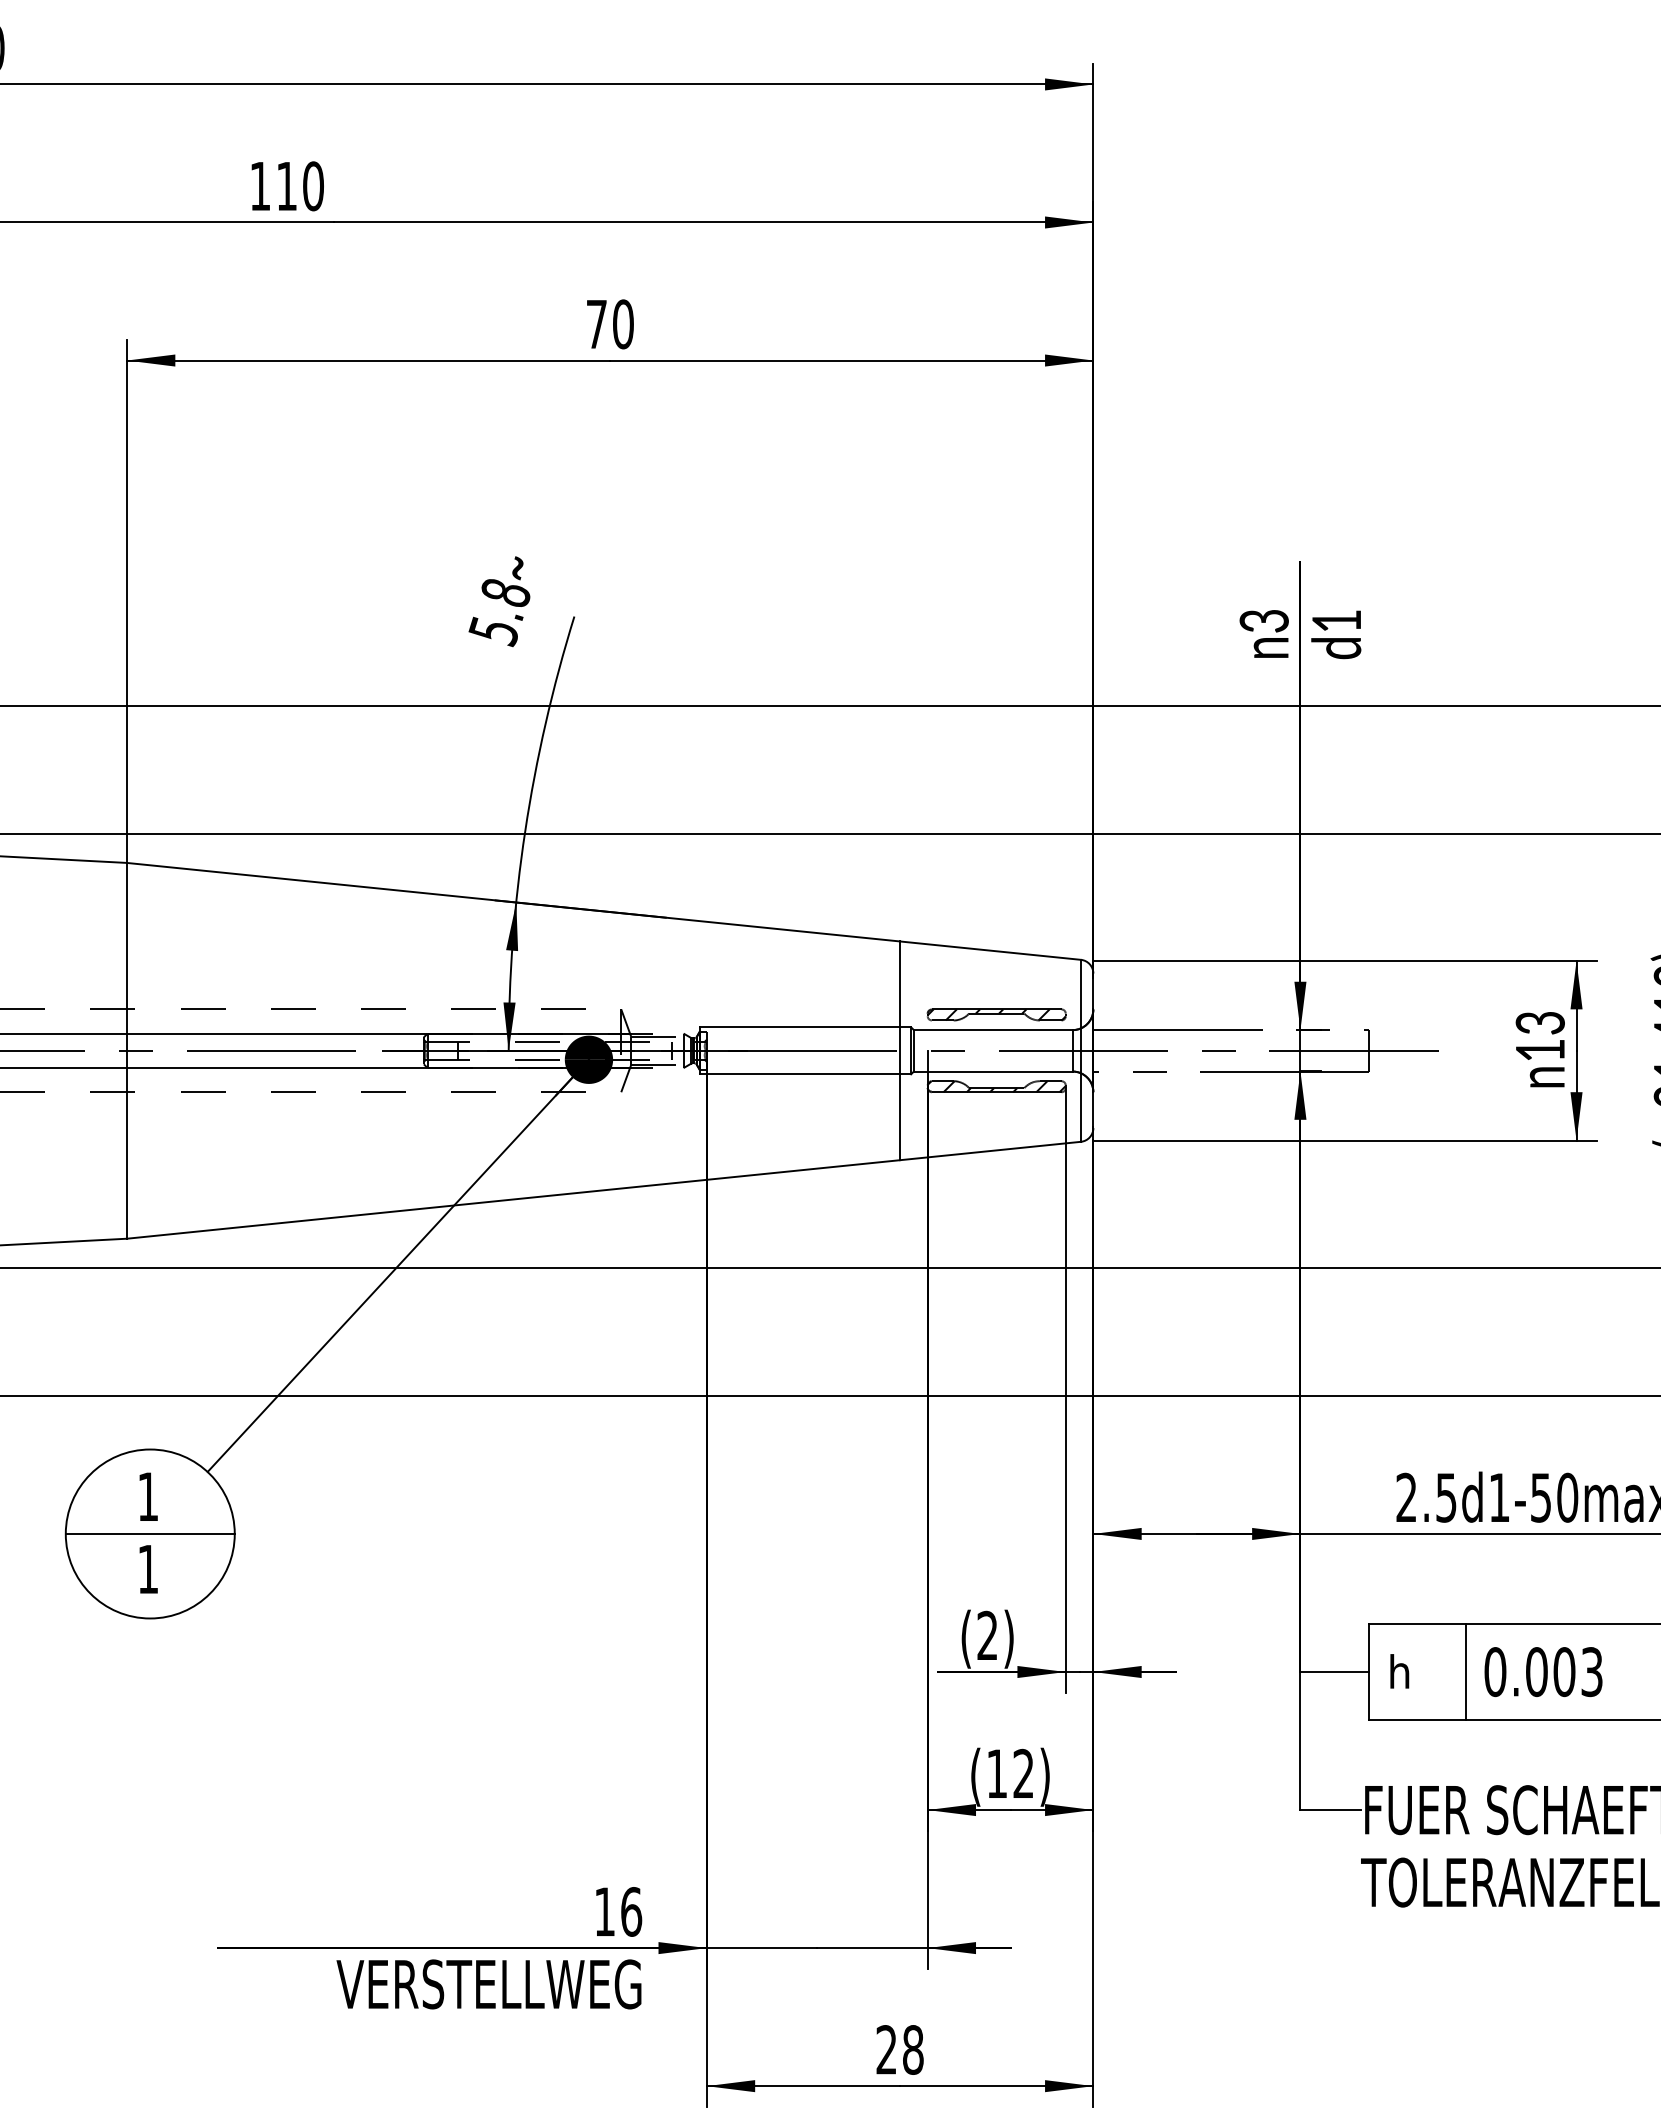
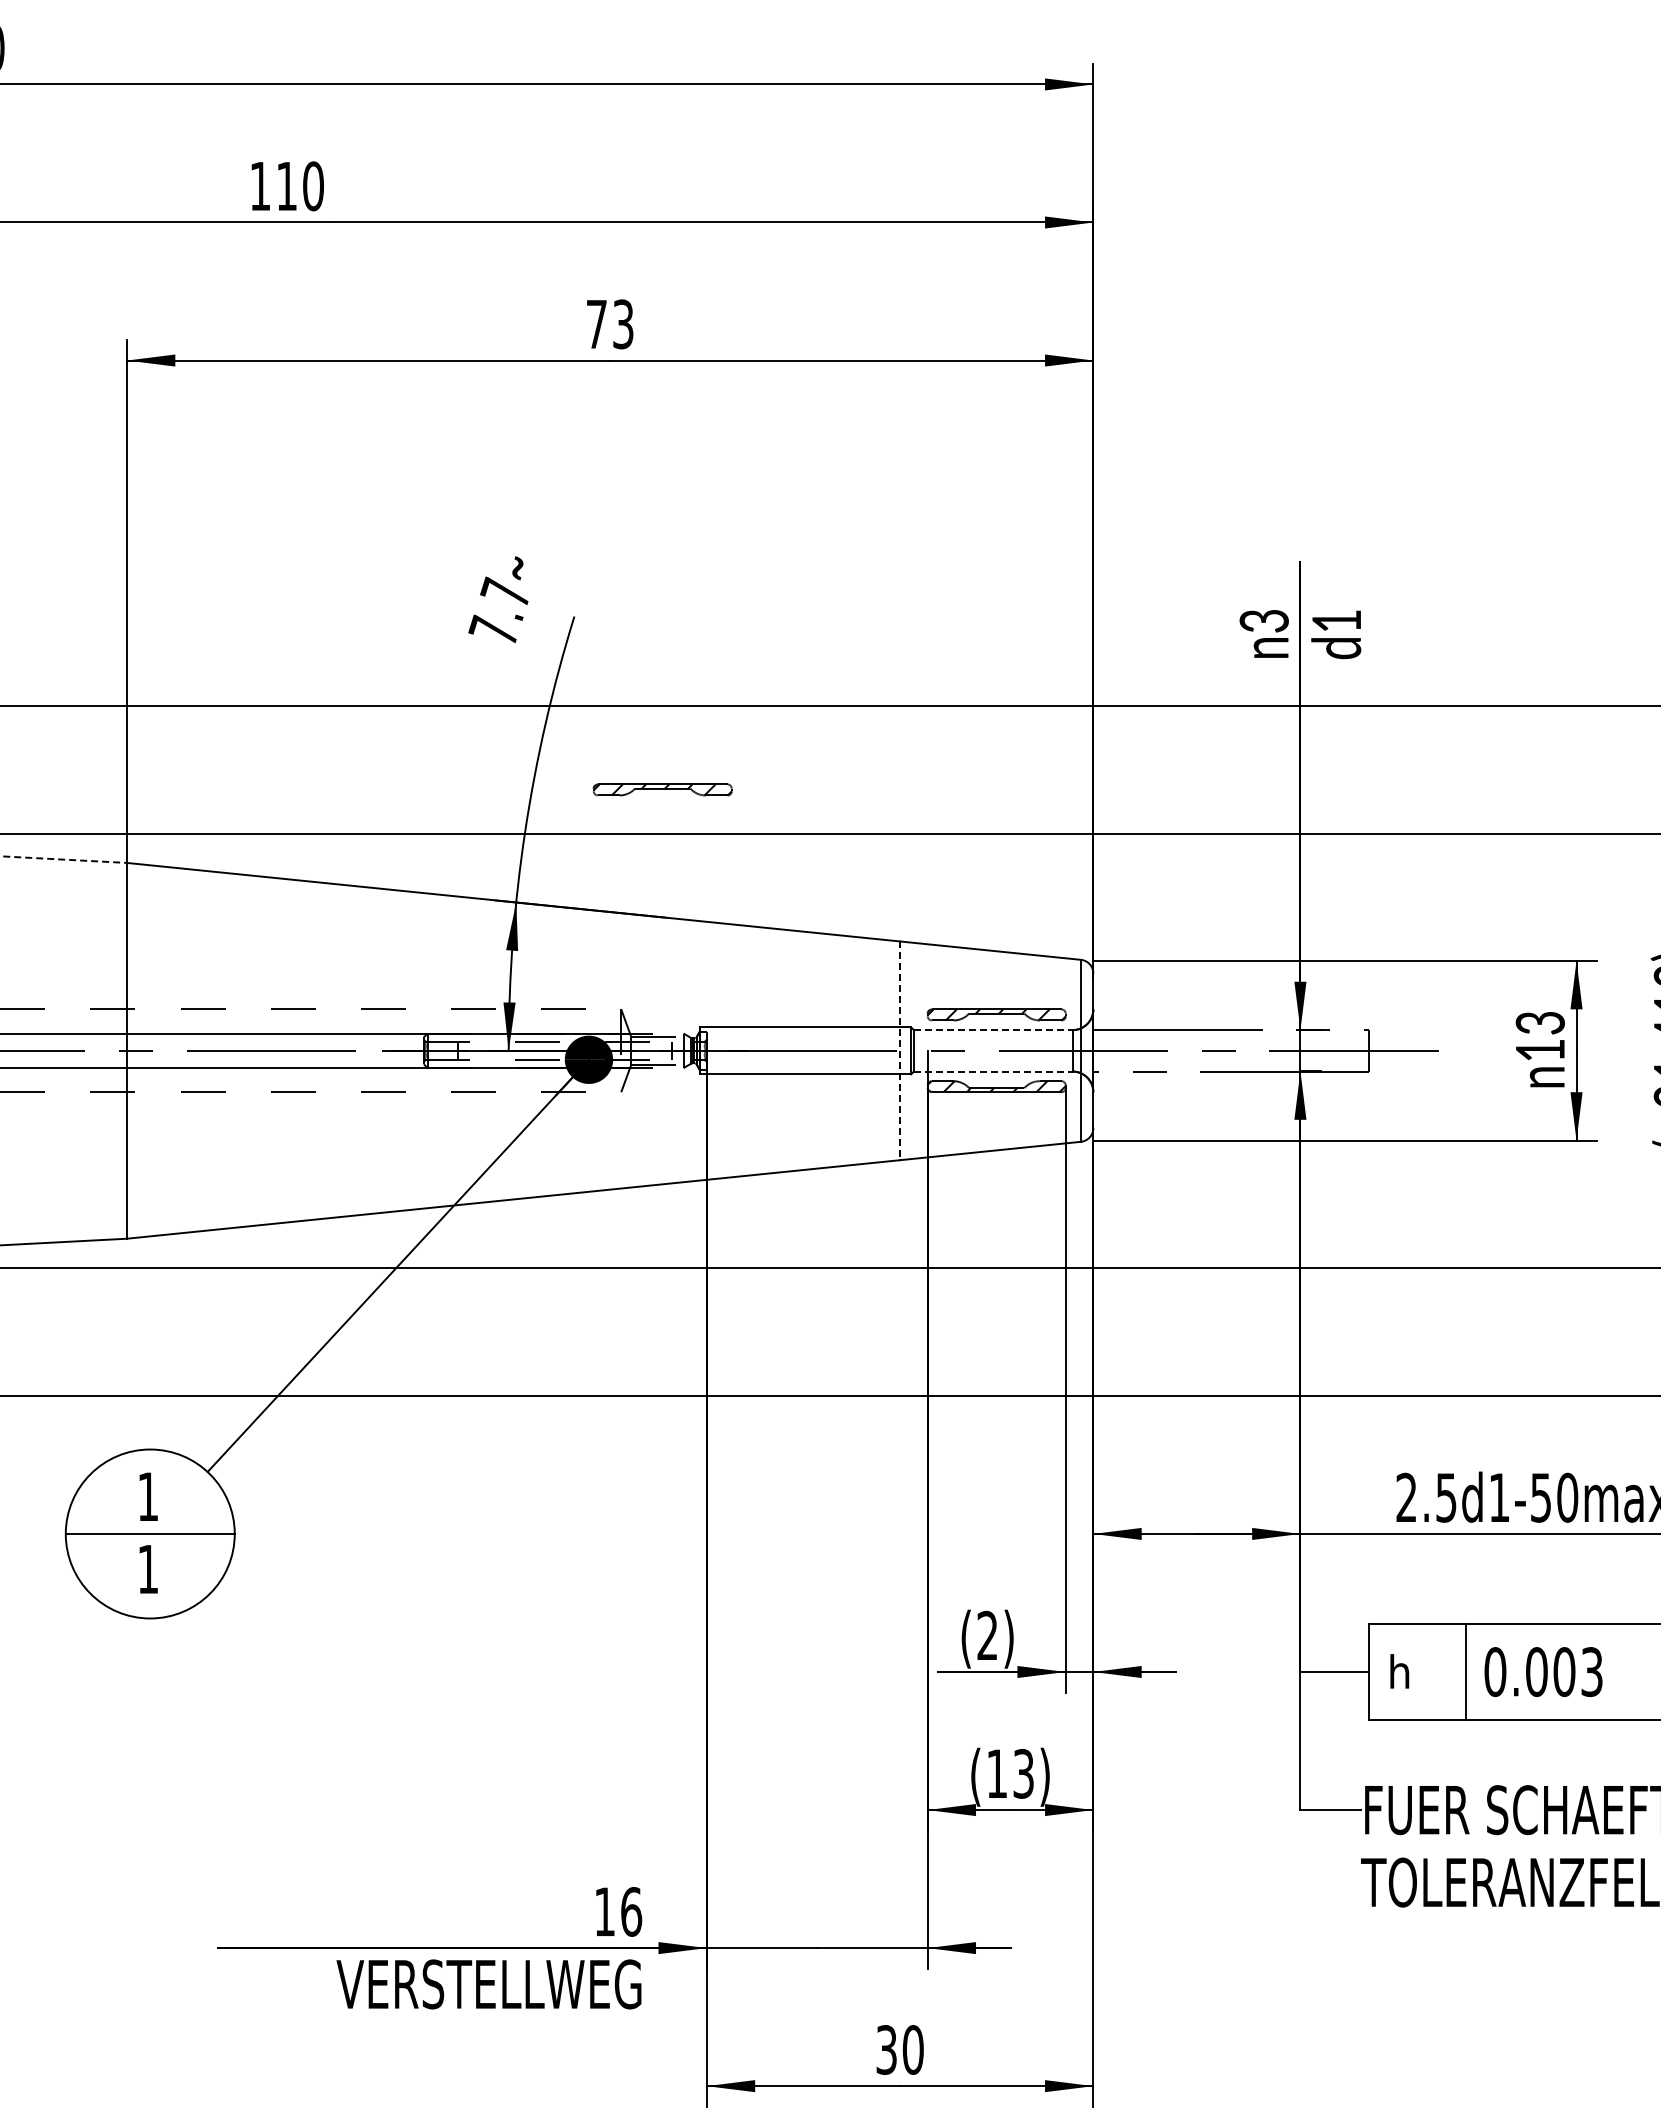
text at (623, 324): 70 -> 73
text at (499, 611): 5.8 -> 7.7
part at (662, 789): none -> present
line at (64, 859): solid -> dashed
line at (993, 1030): solid -> dashed
line at (900, 1051): solid -> dashed
line at (993, 1071): solid -> dashed
text at (1023, 1773): (12) -> (13)
text at (899, 2049): 28 -> 30
